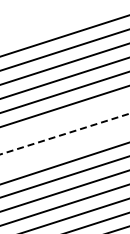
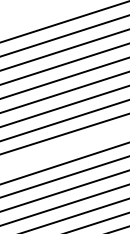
line at (64, 22): none -> present
line at (64, 120): none -> present
line at (65, 133): dashed -> solid
